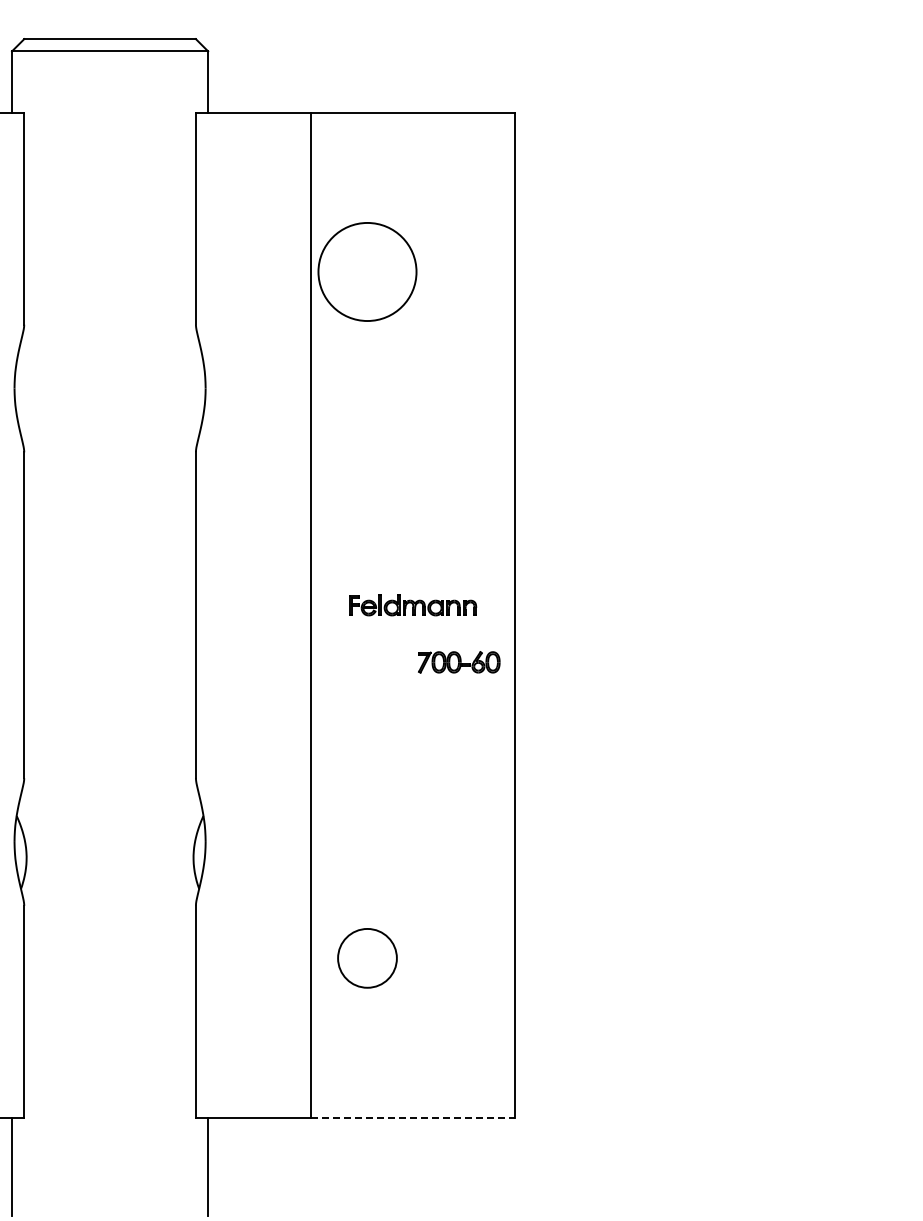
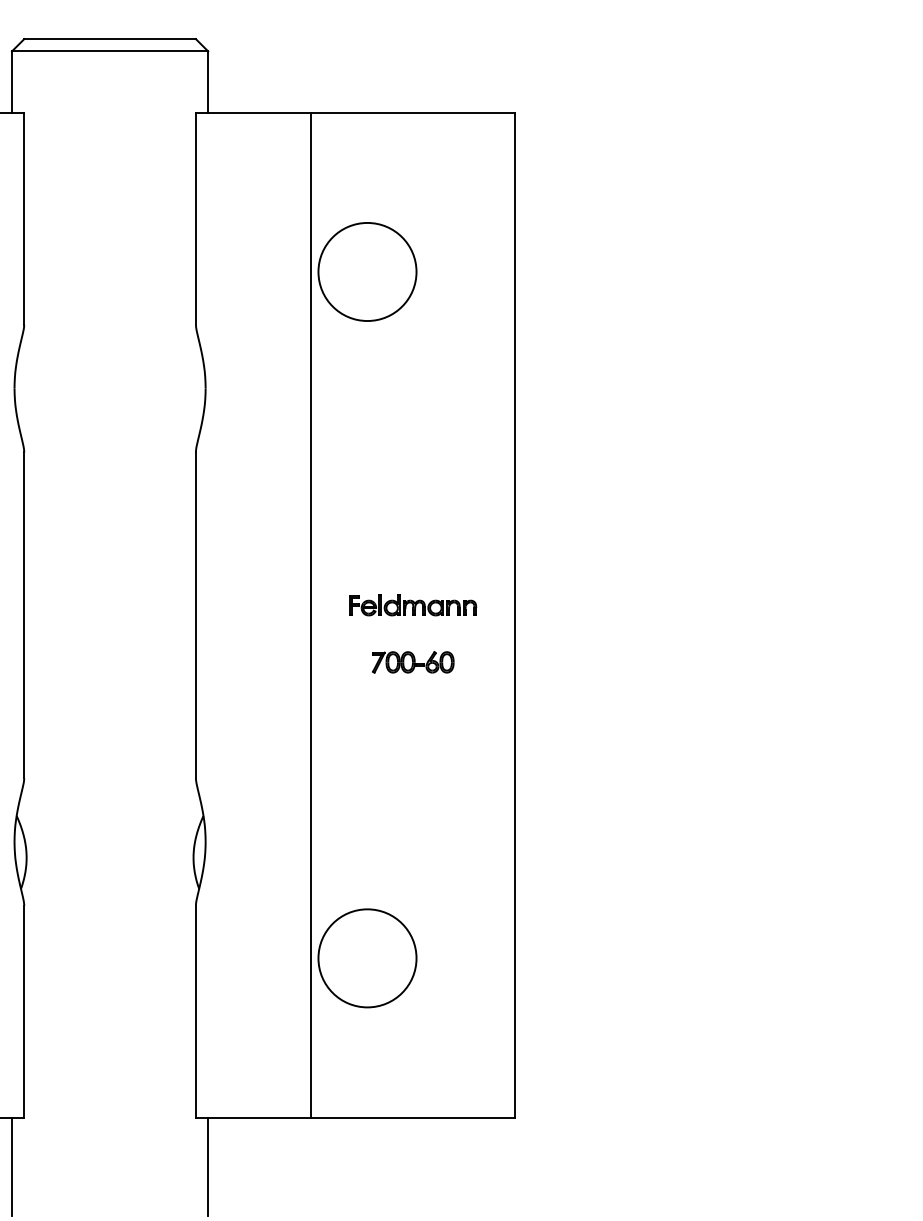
part at (459, 662) position: (459, 662) -> (413, 662)
circle at (367, 957) diameter: 59 px -> 98 px
line at (412, 1117): dashed -> solid
